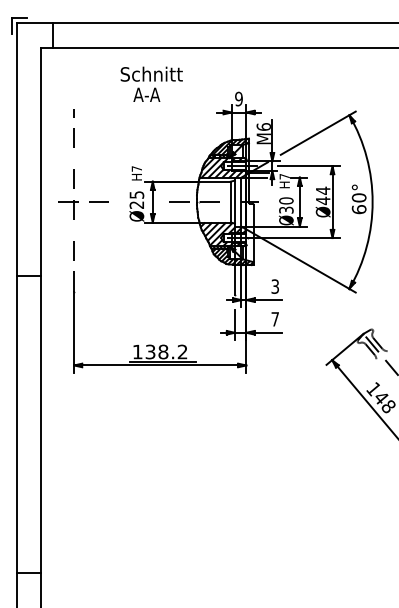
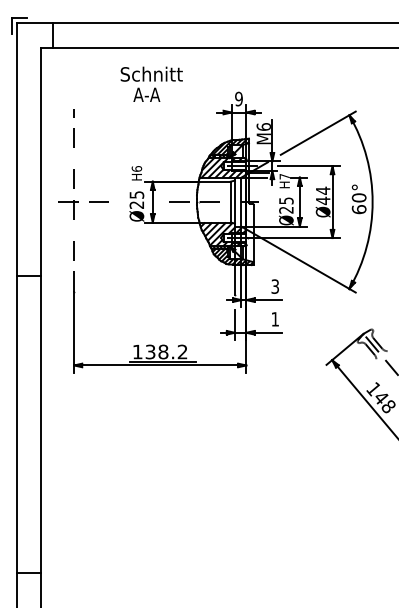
text at (136, 168): H7 -> H6
text at (286, 205): Ø30 -> Ø25
text at (274, 319): 7 -> 1
